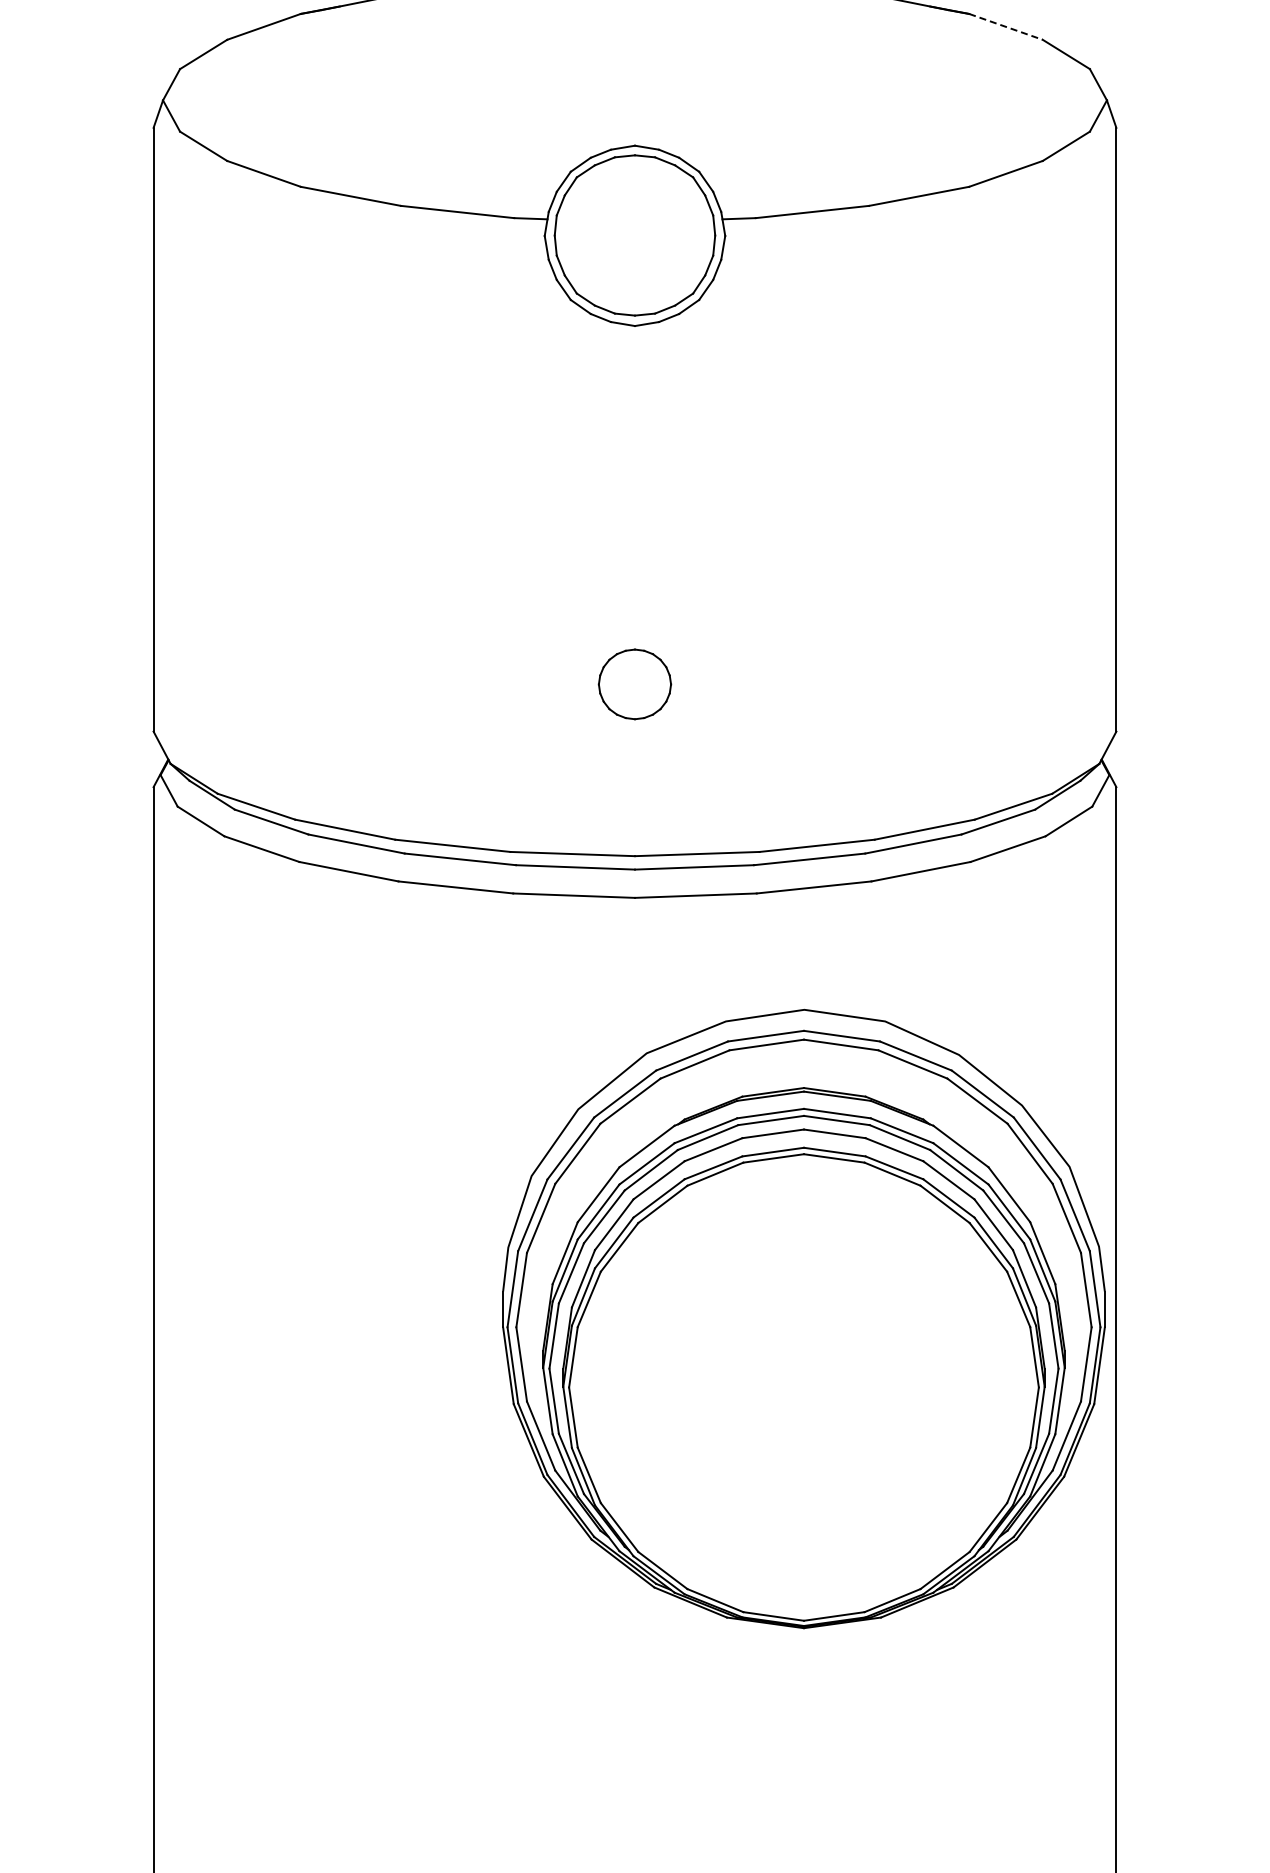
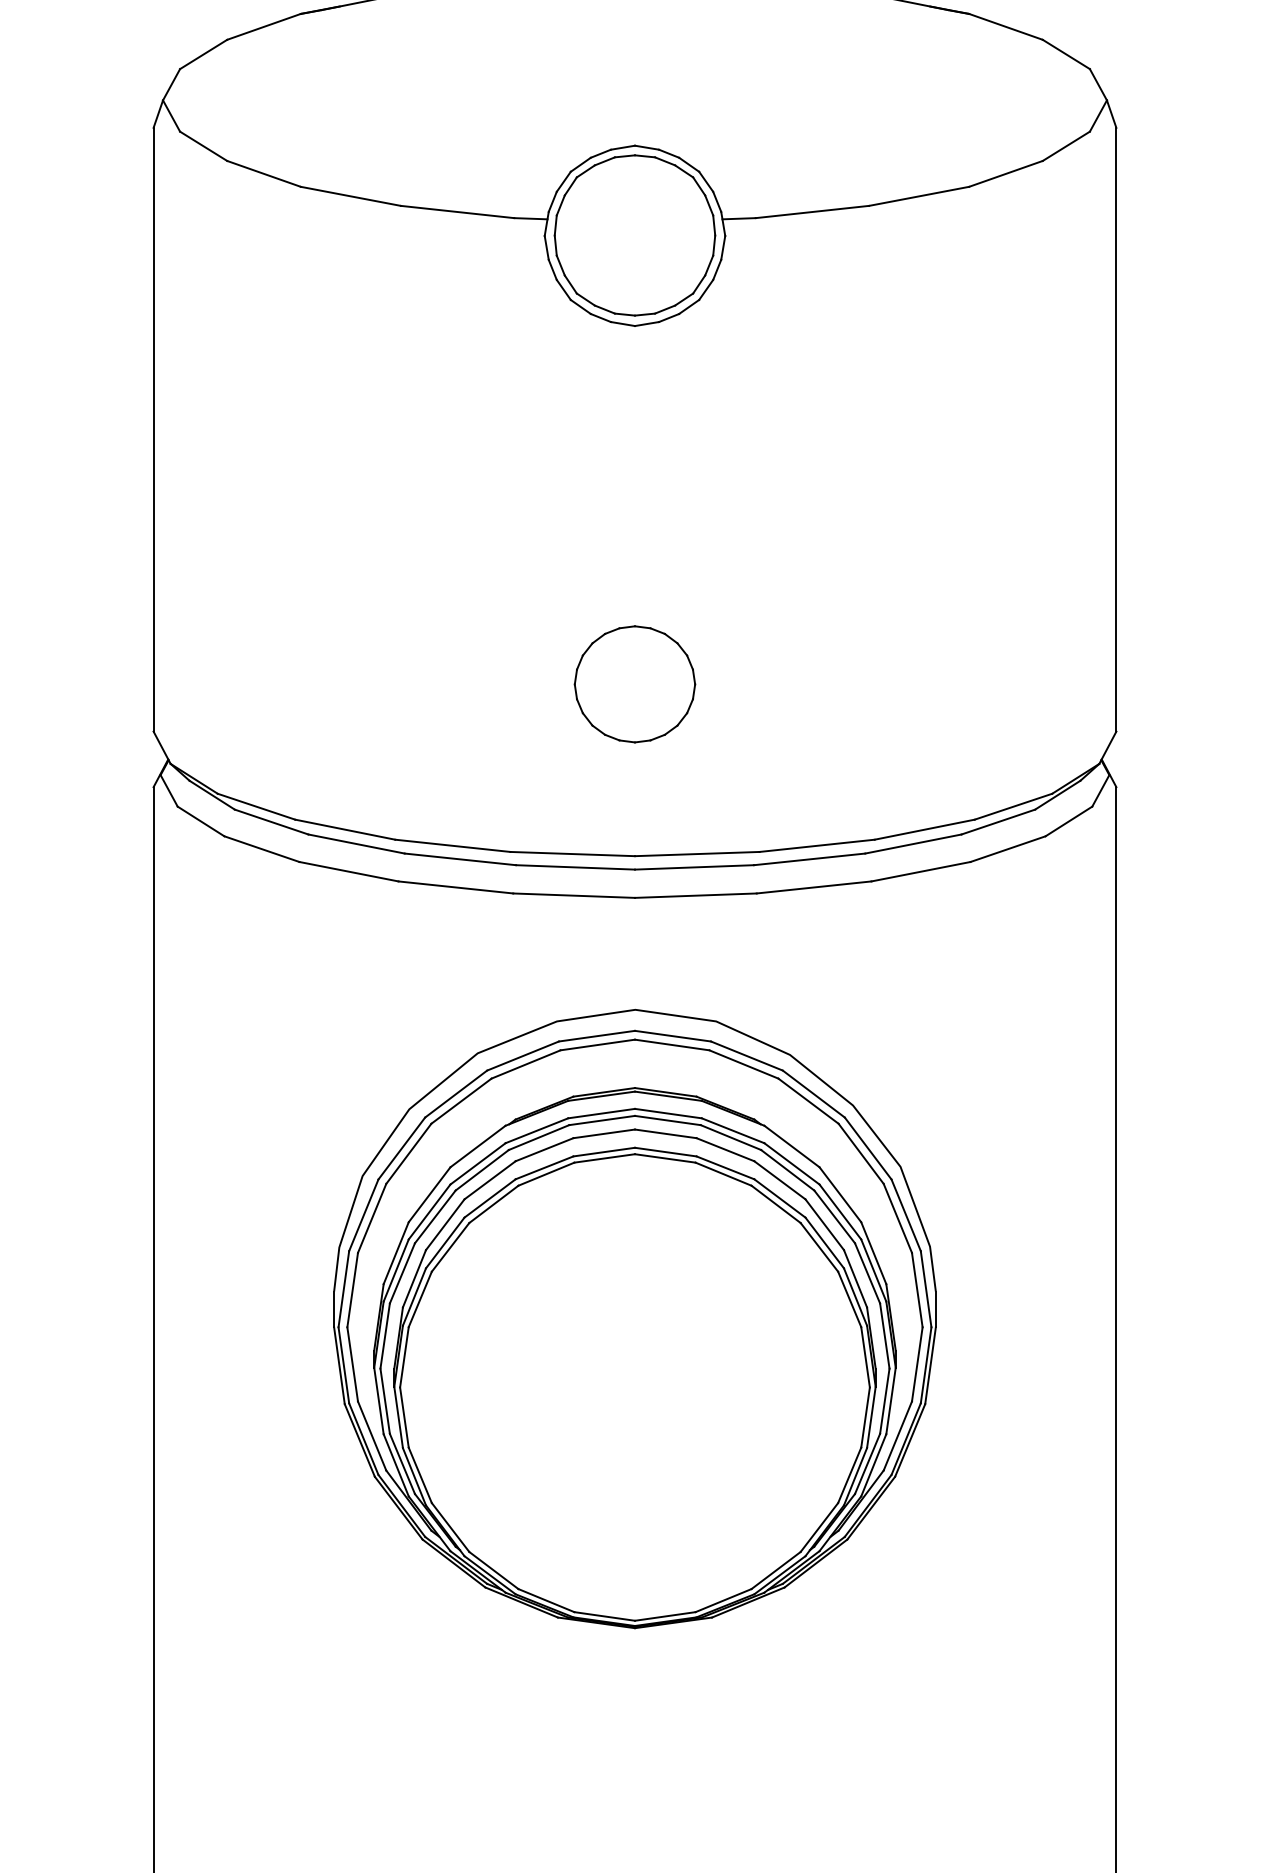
line at (1006, 27): dashed -> solid
part at (634, 684) size: 76x73 px -> 124x119 px
part at (803, 1318) position: (803, 1318) -> (634, 1318)
